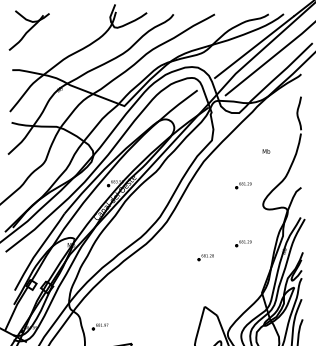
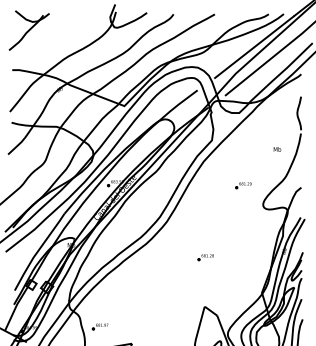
text at (266, 151) position: (266, 151) -> (277, 149)
part at (243, 243): present -> none
